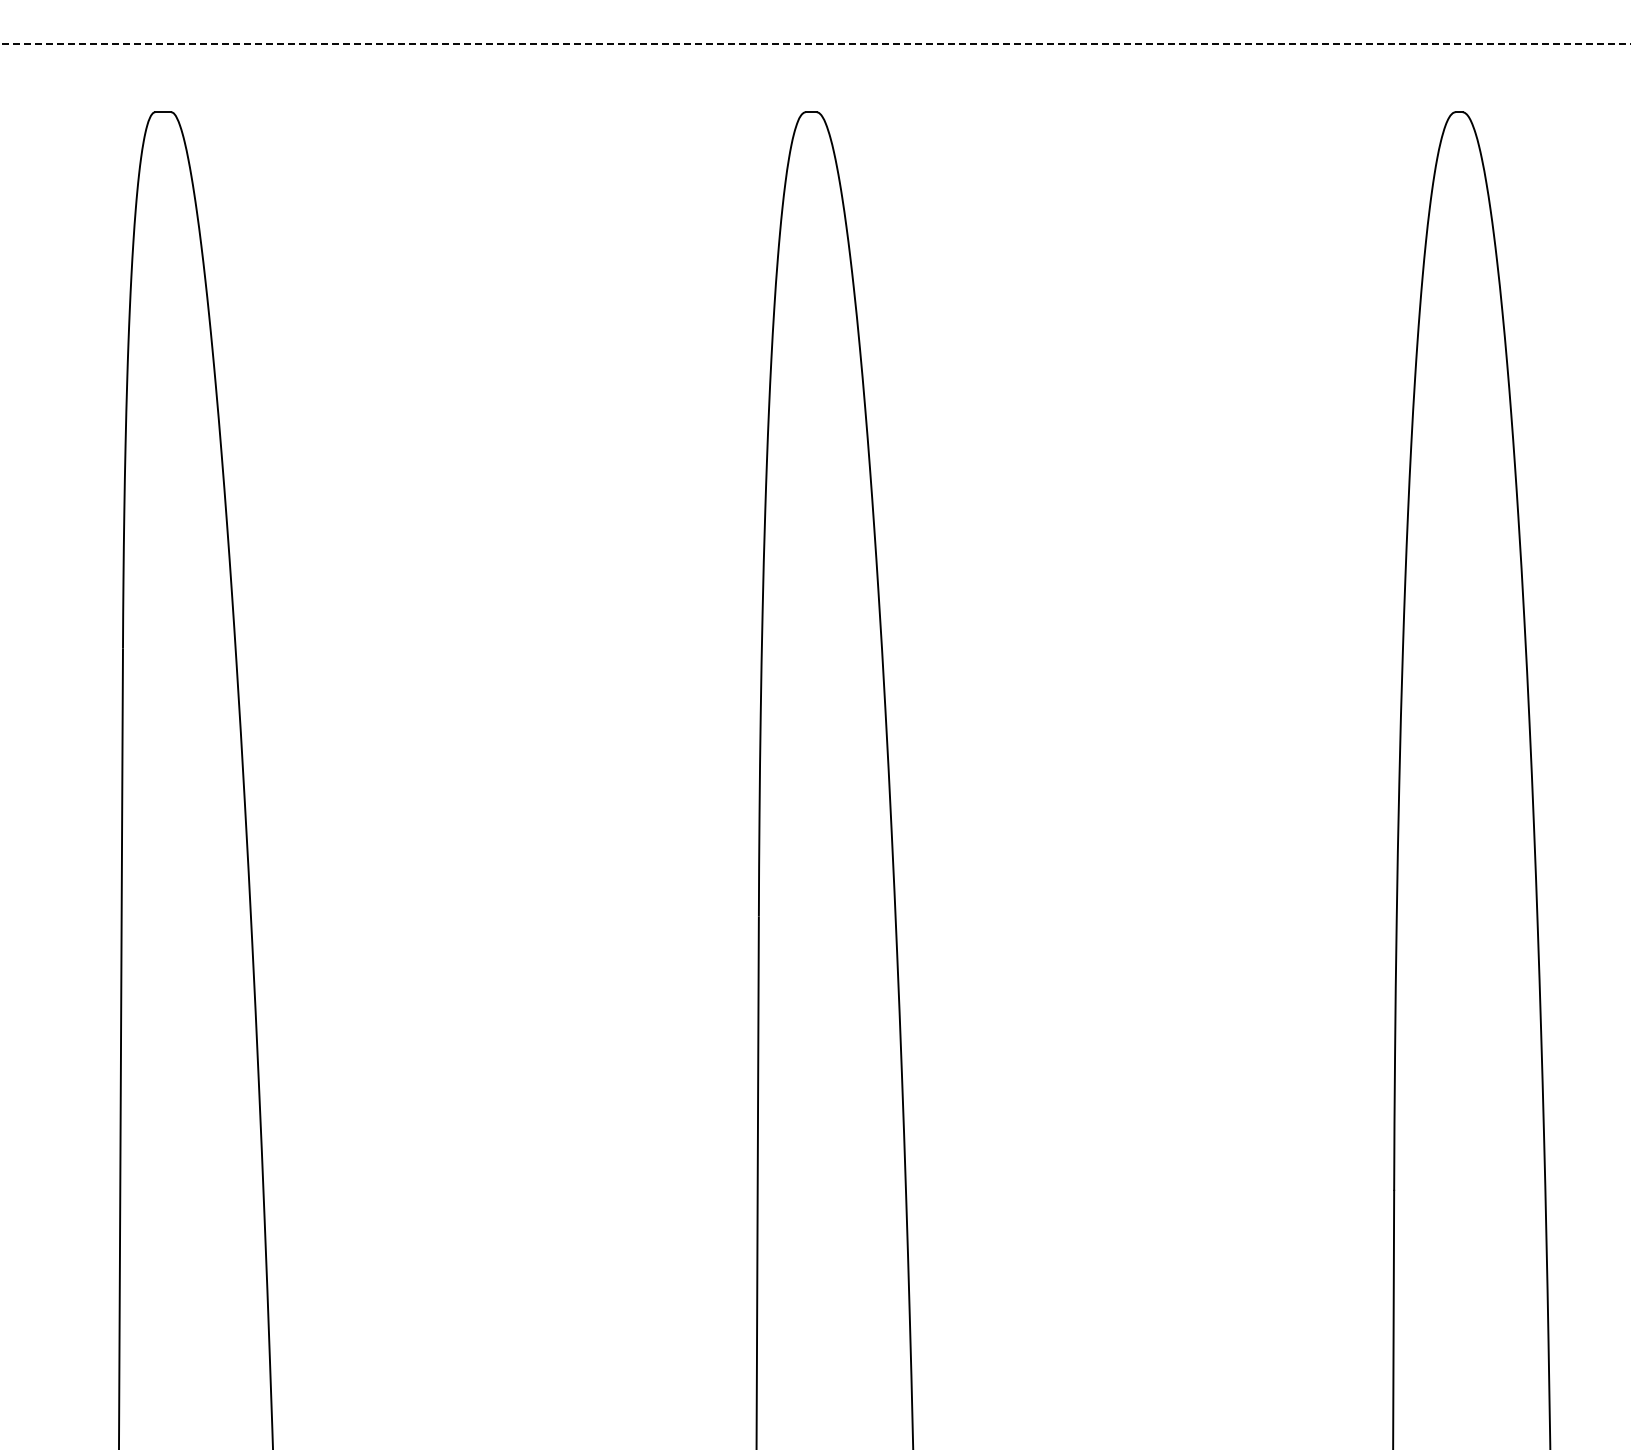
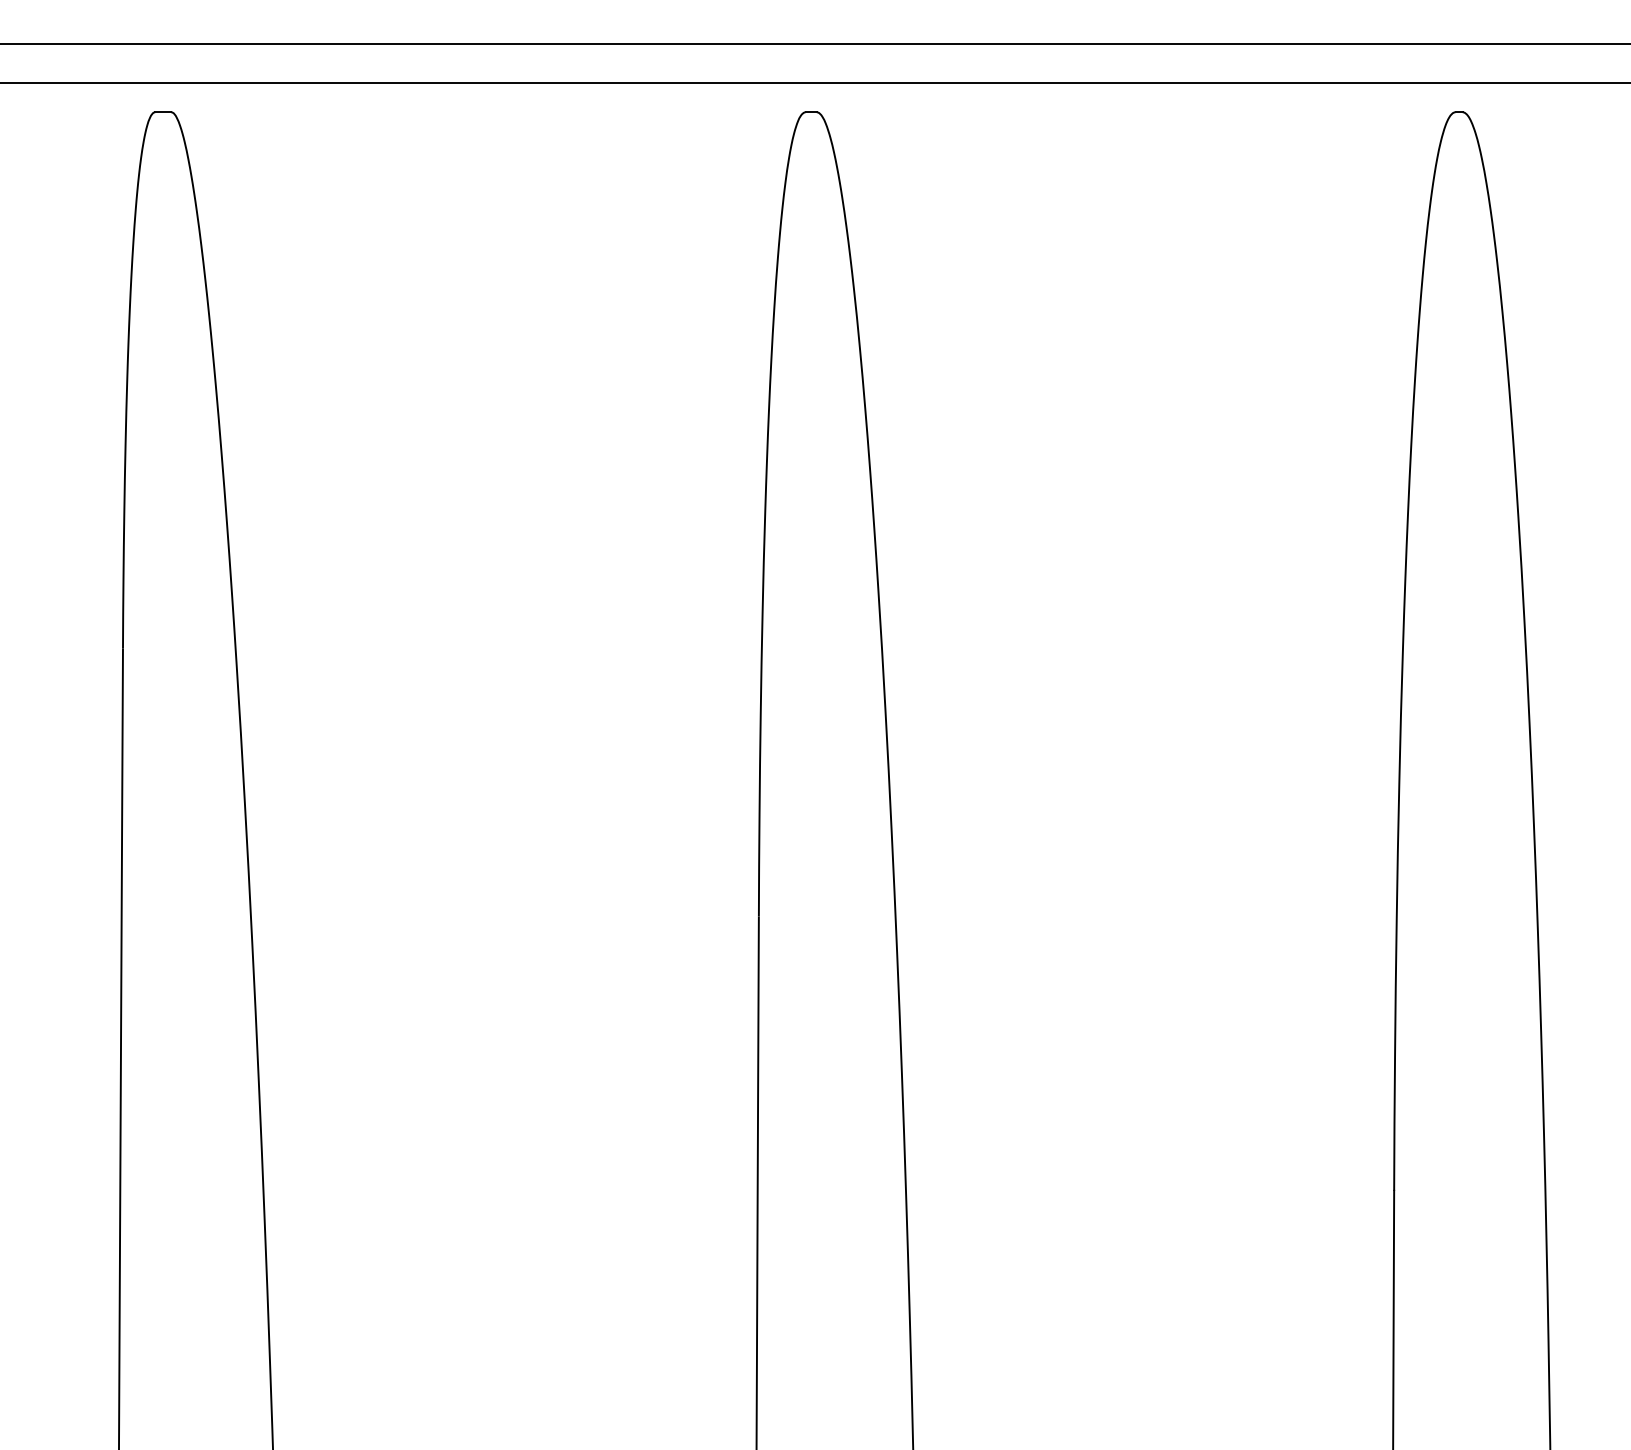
line at (815, 43): dashed -> solid
line at (814, 83): none -> present
